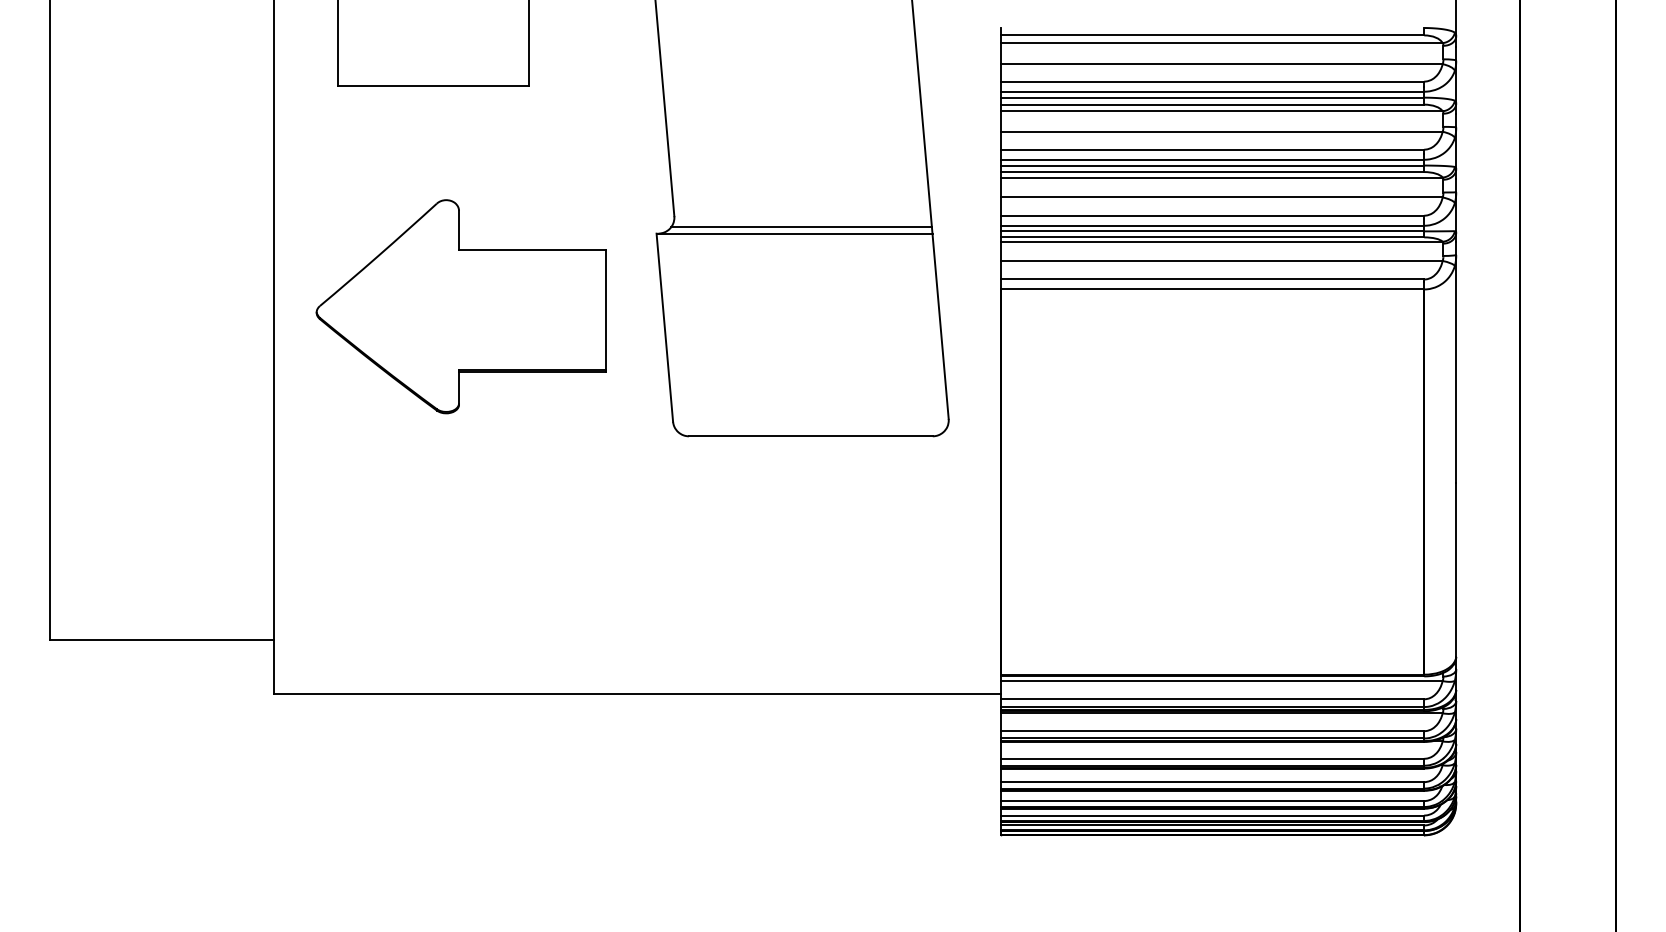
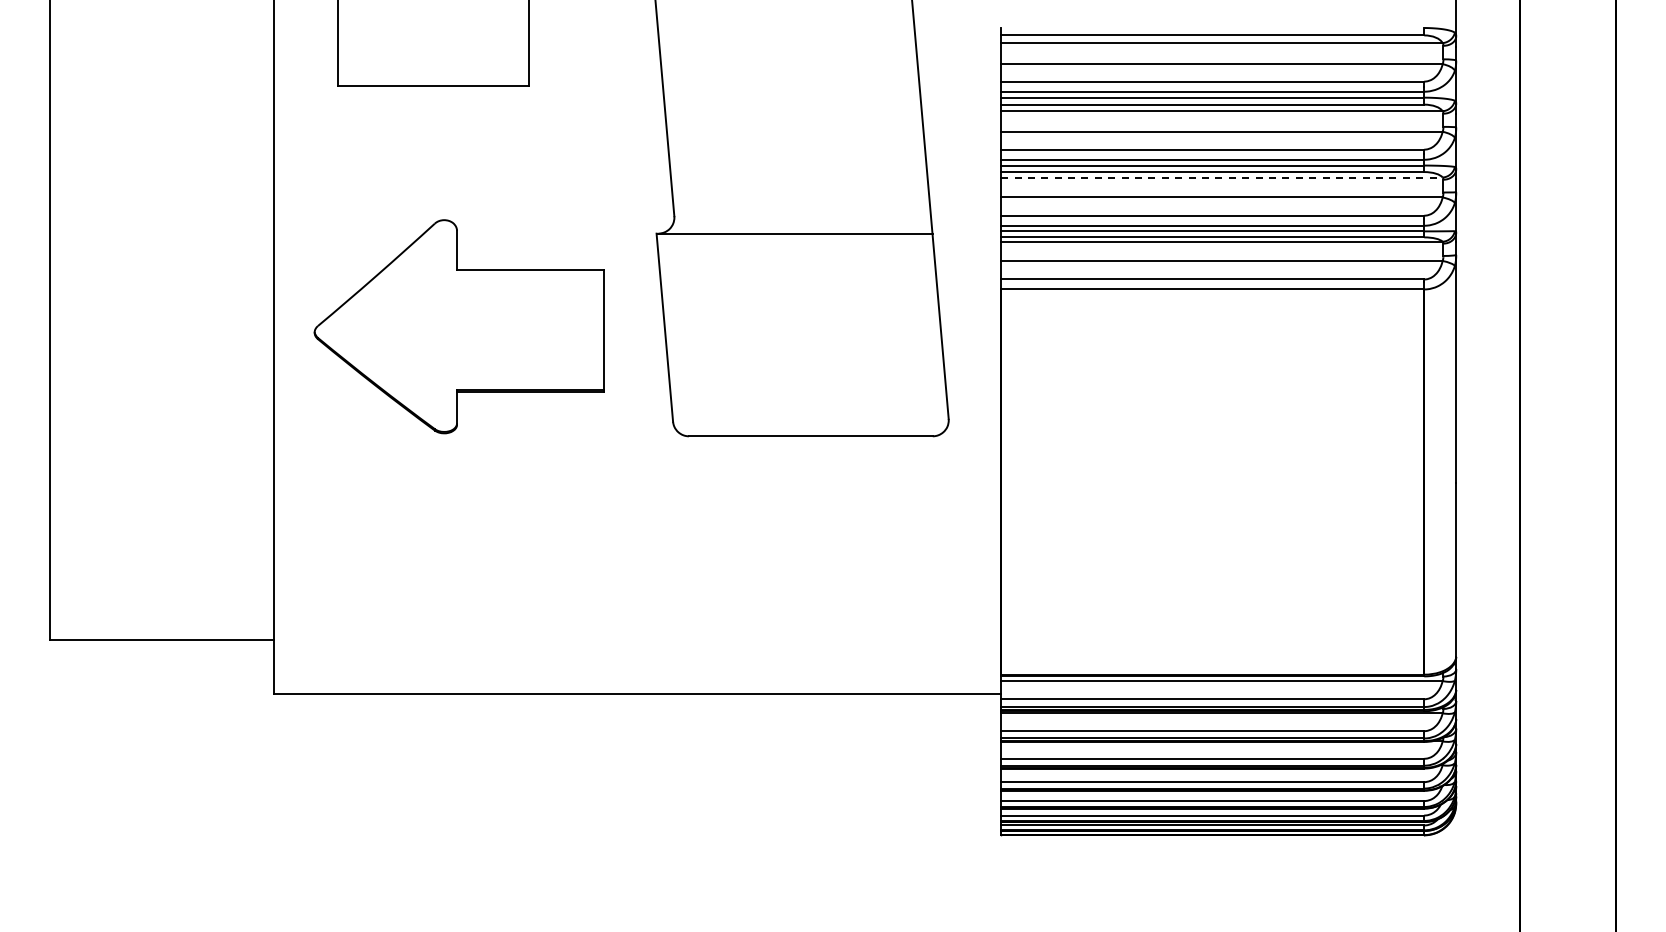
line at (1221, 177): solid -> dashed
line at (801, 227): present -> none
part at (460, 306) position: (460, 306) -> (458, 326)
